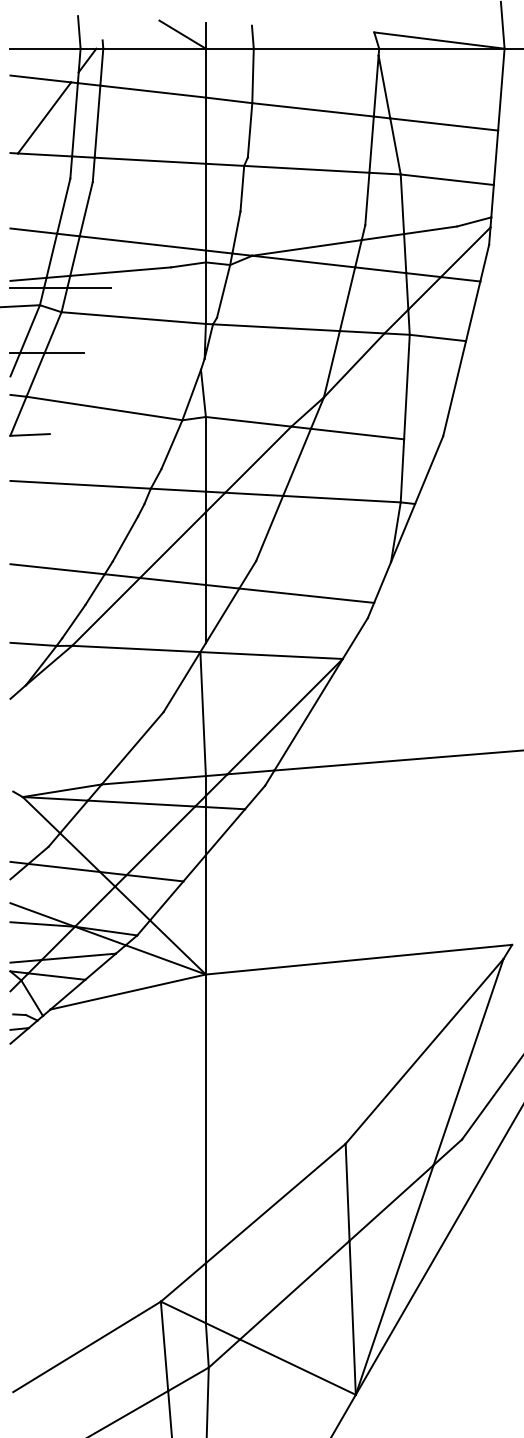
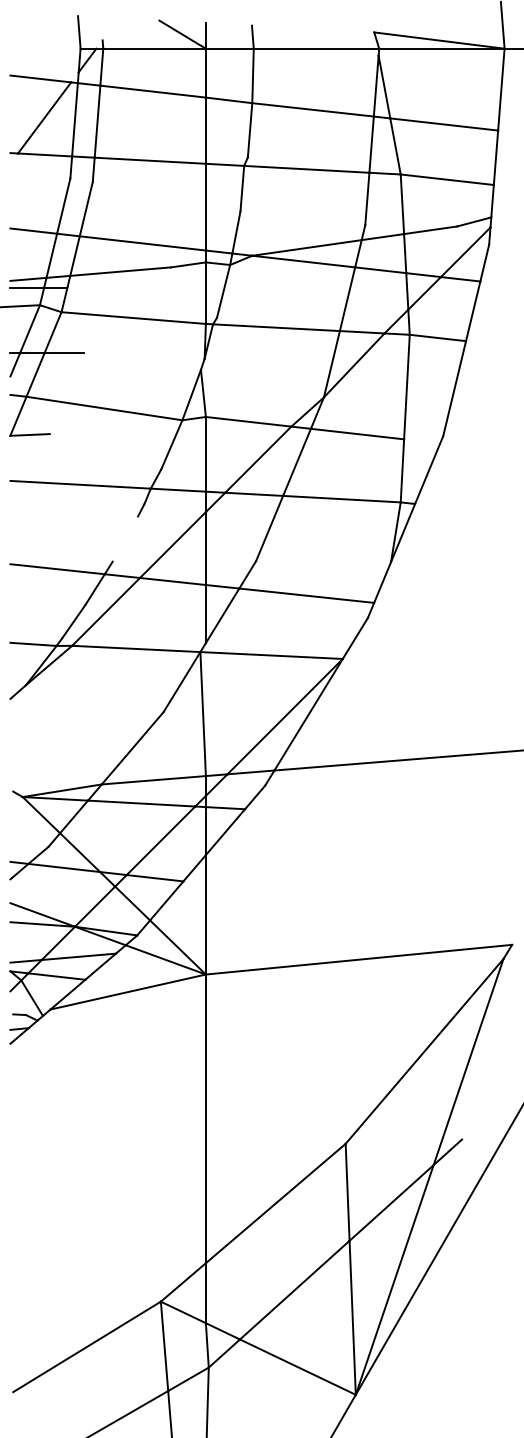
line at (45, 48): present -> none
line at (89, 287): present -> none
line at (125, 538): present -> none
line at (491, 1098): present -> none
